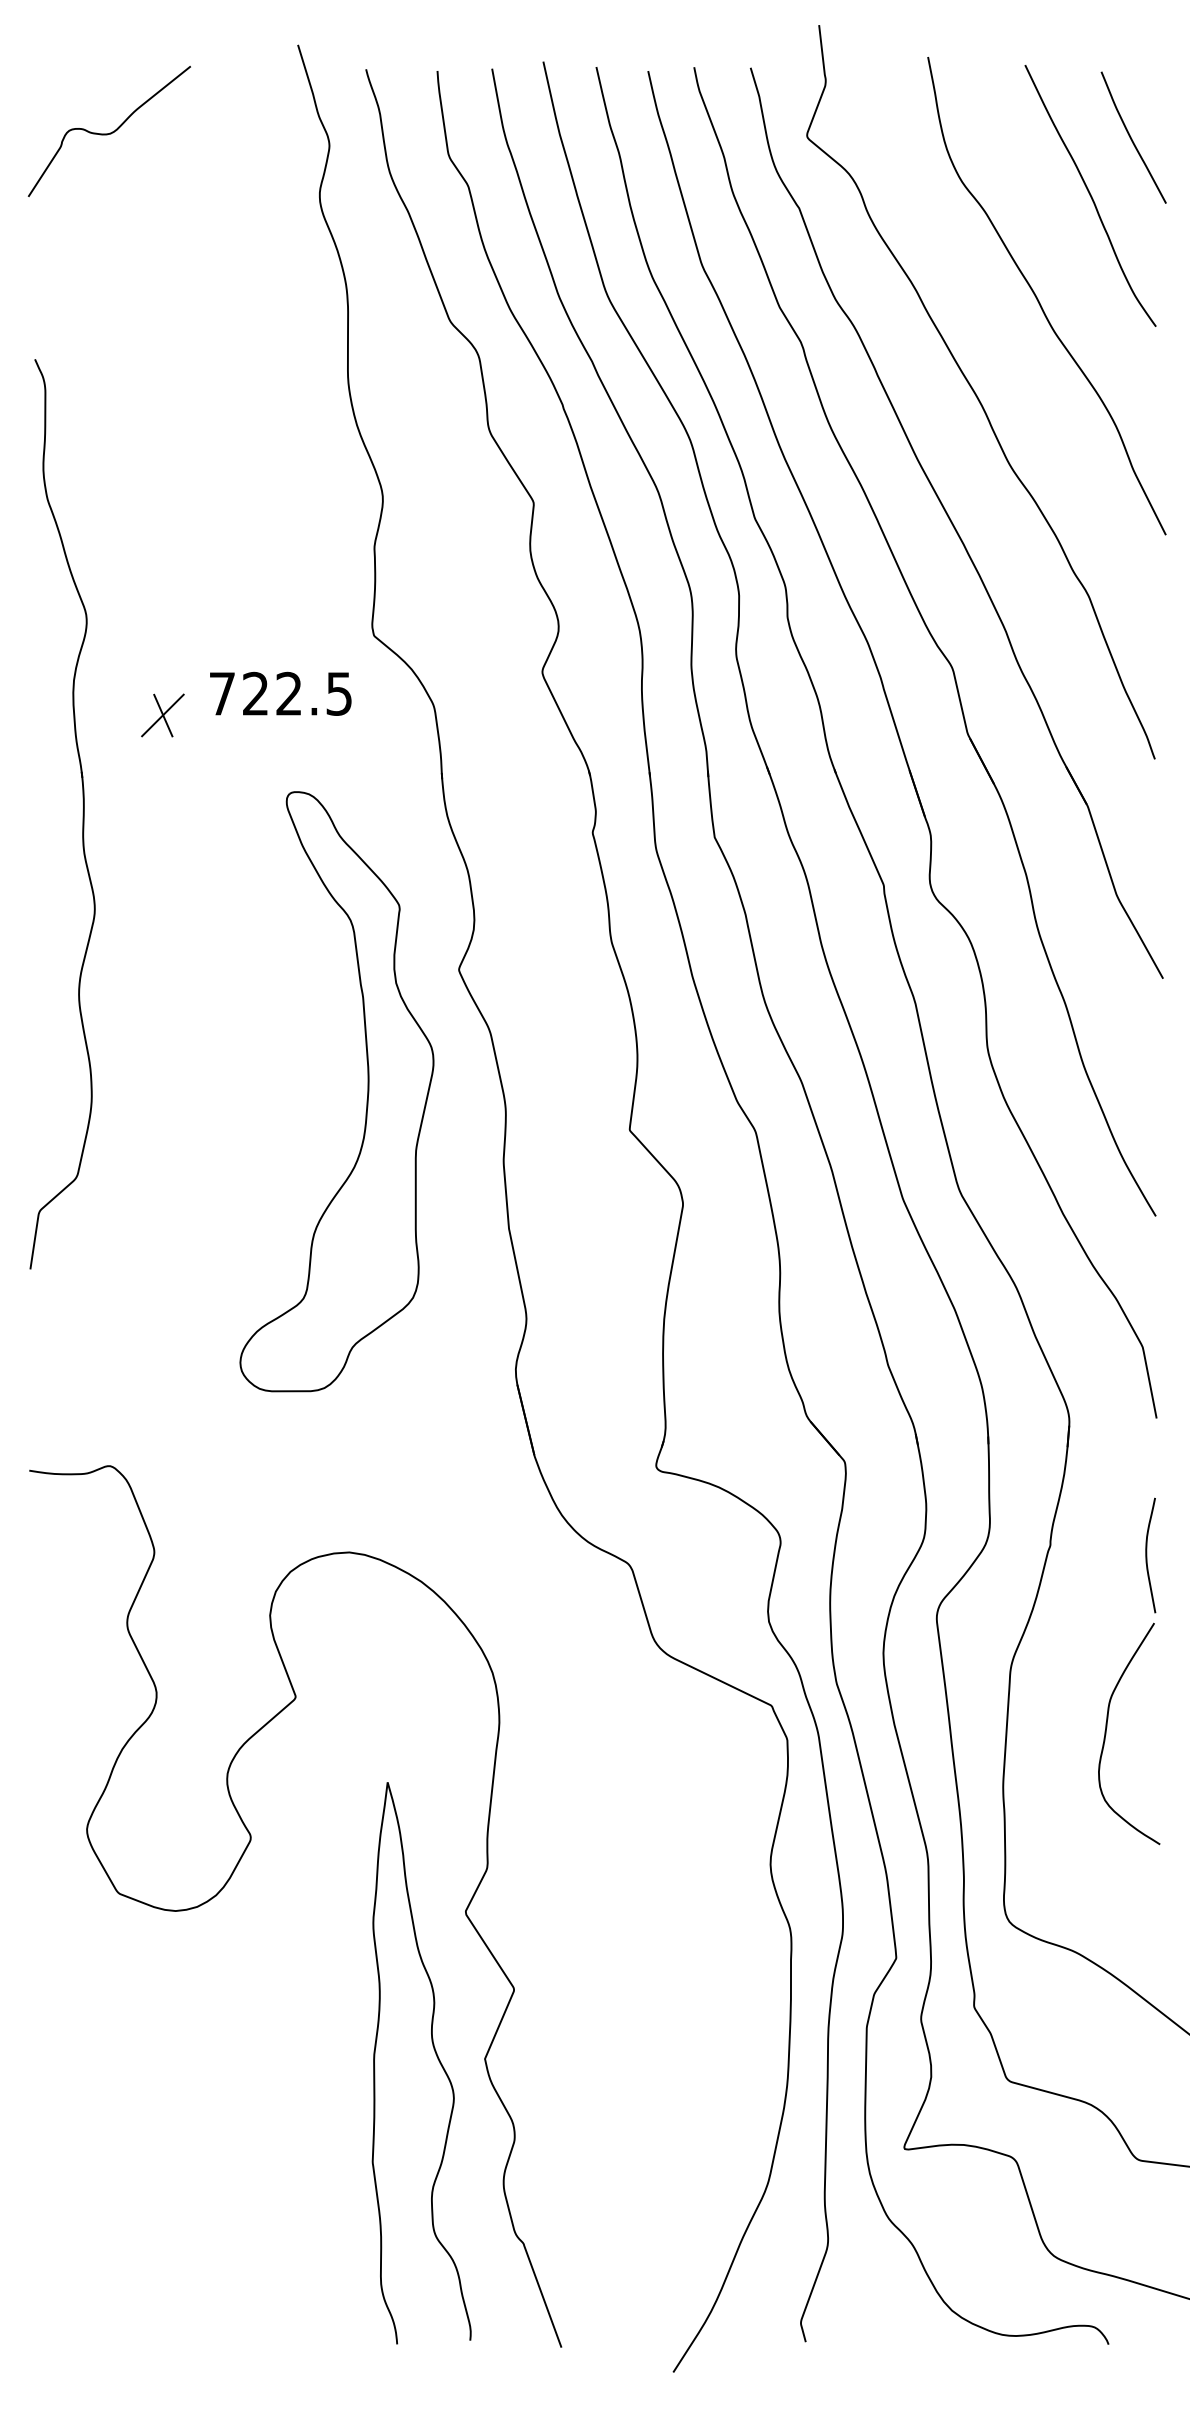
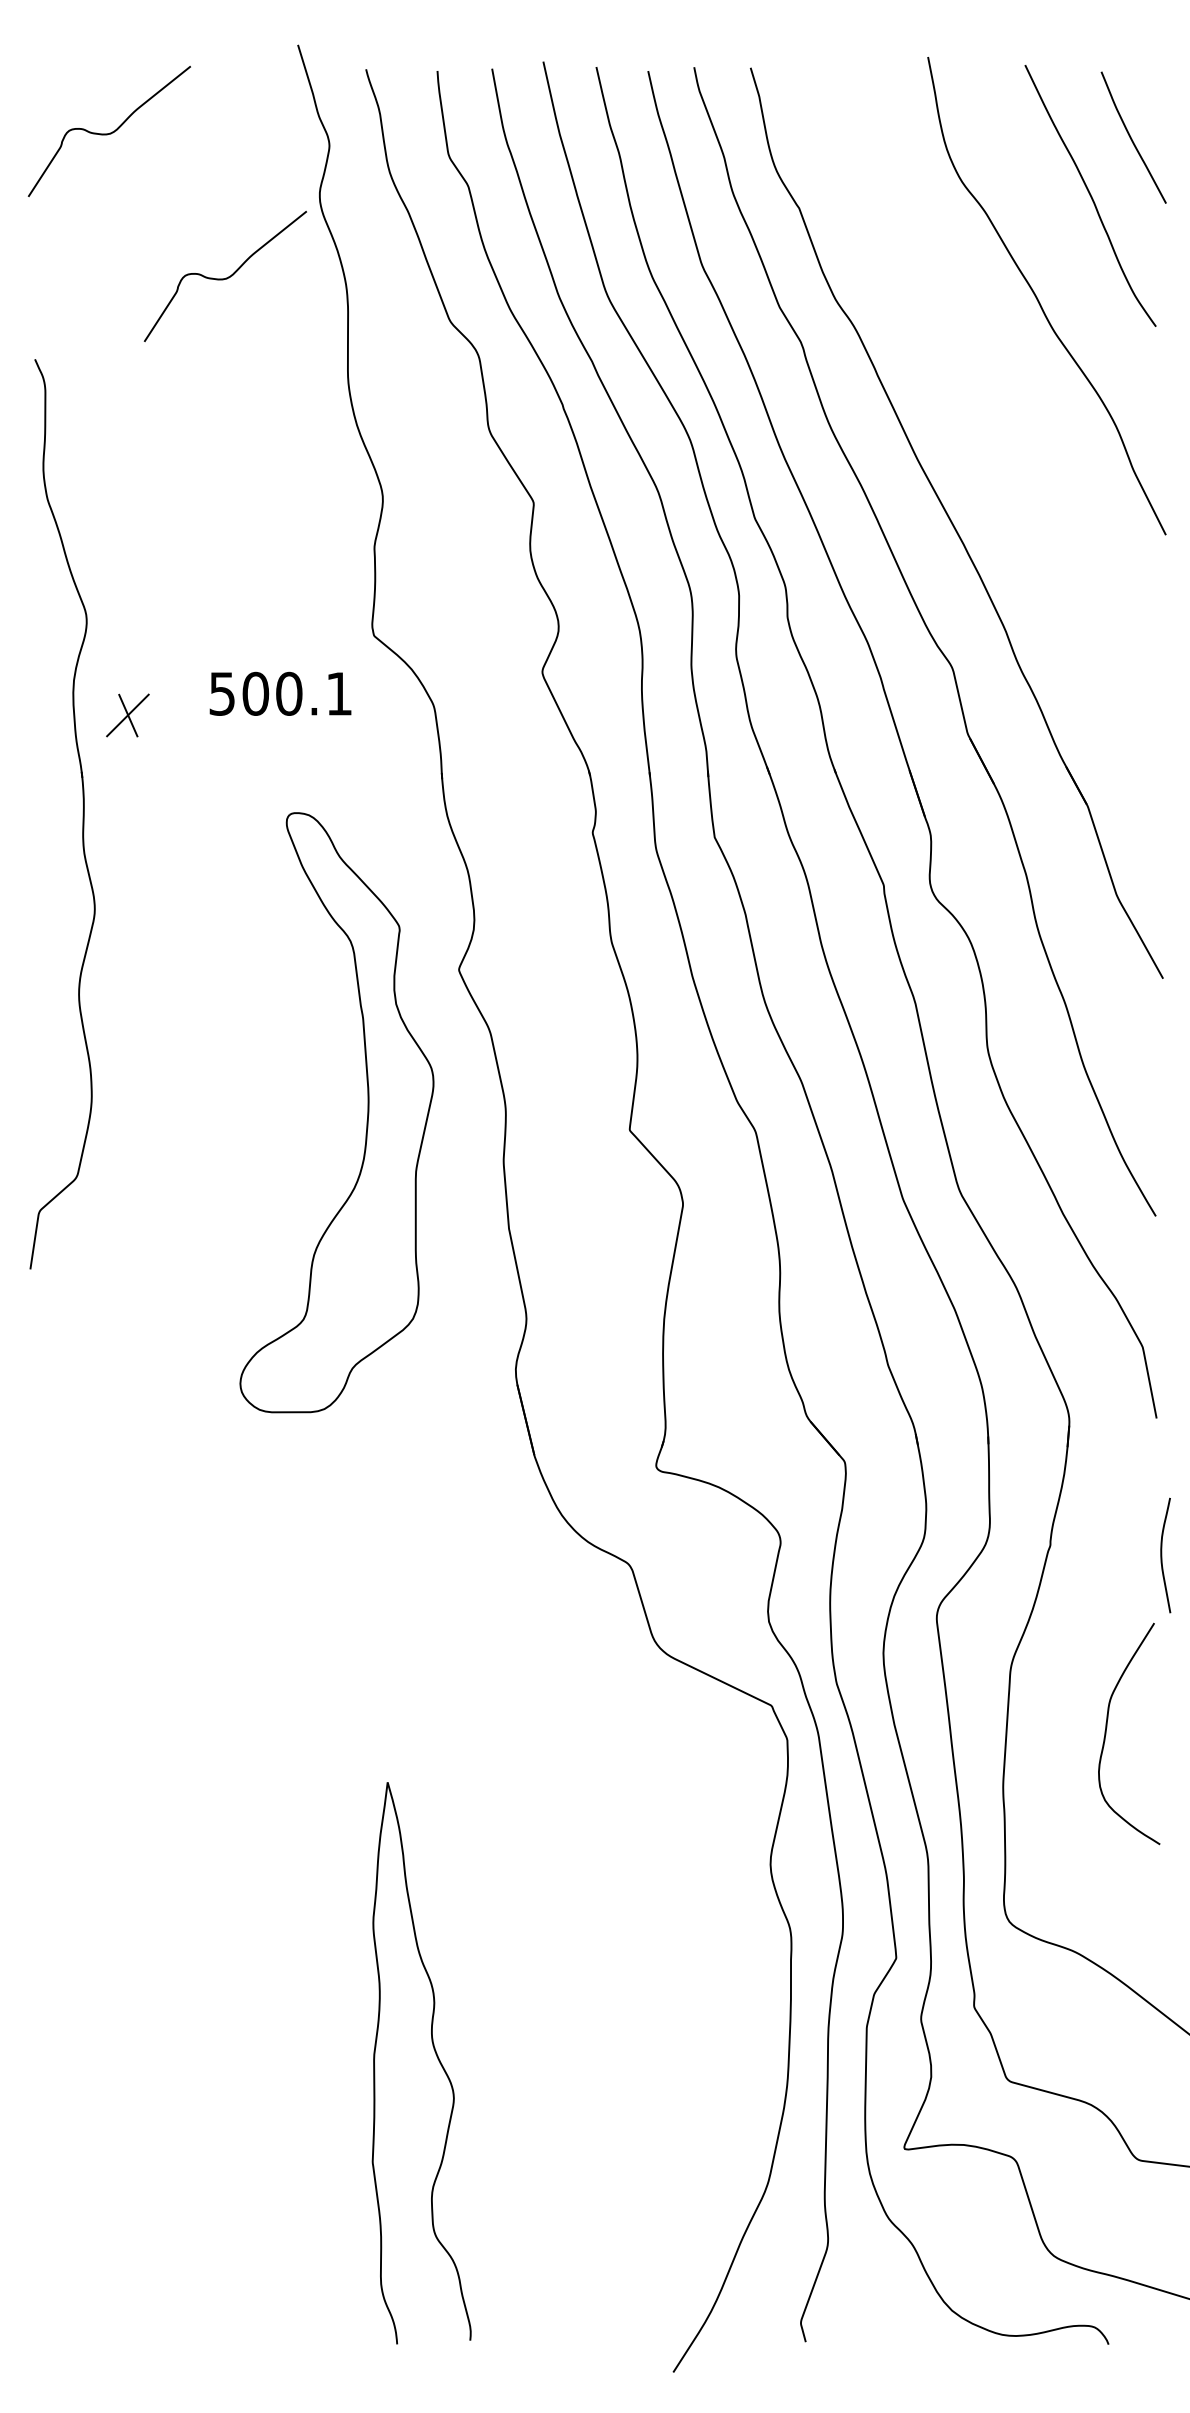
curve at (224, 278): none -> present
curve at (976, 393): present -> none
text at (280, 693): 722.5 -> 500.1
part at (162, 715) position: (162, 715) -> (127, 715)
part at (367, 1091) position: (367, 1091) -> (367, 1112)
curve at (1147, 1555) position: (1147, 1555) -> (1162, 1555)
curve at (234, 1872): present -> none
